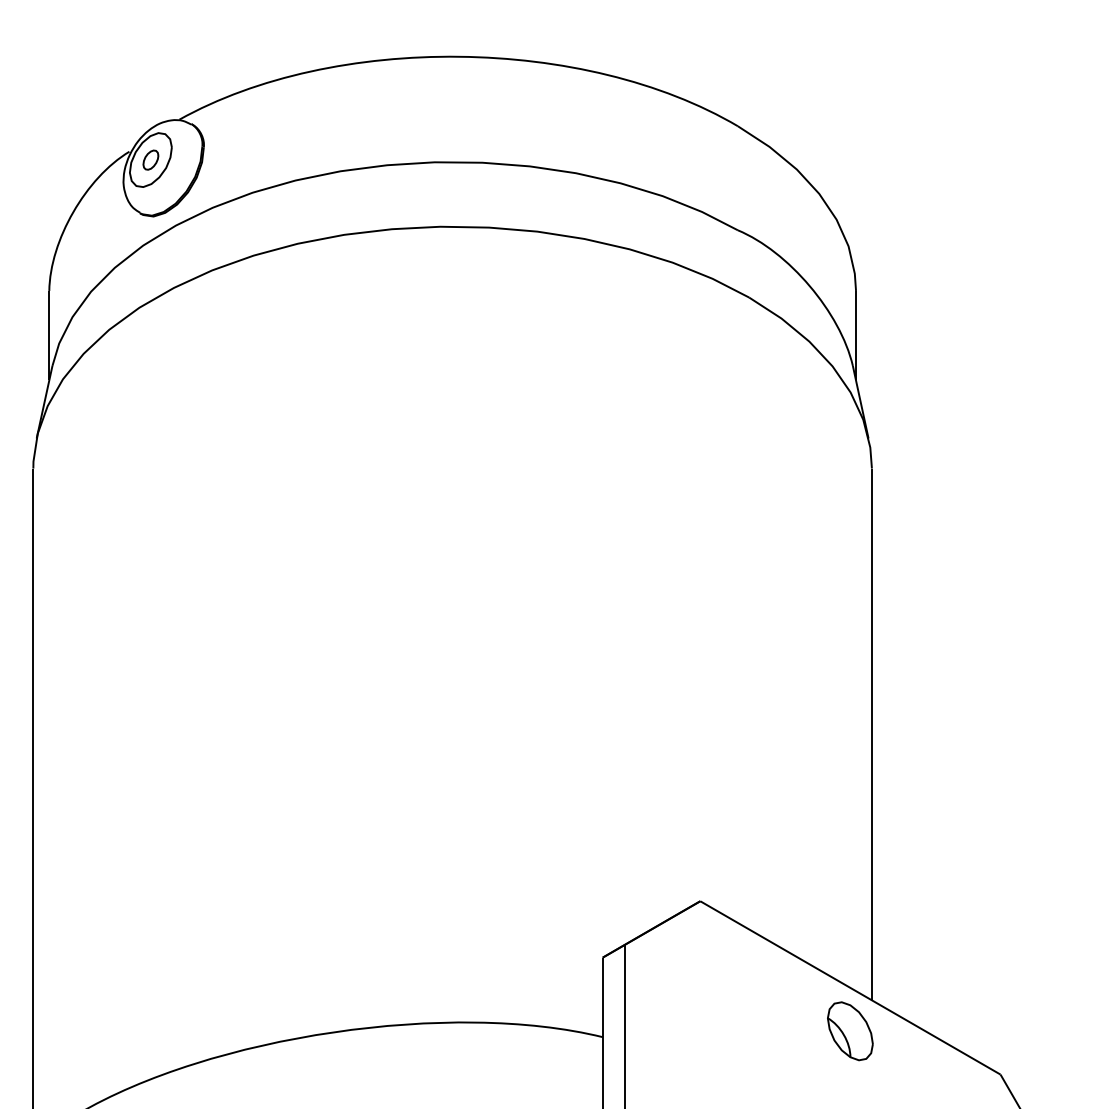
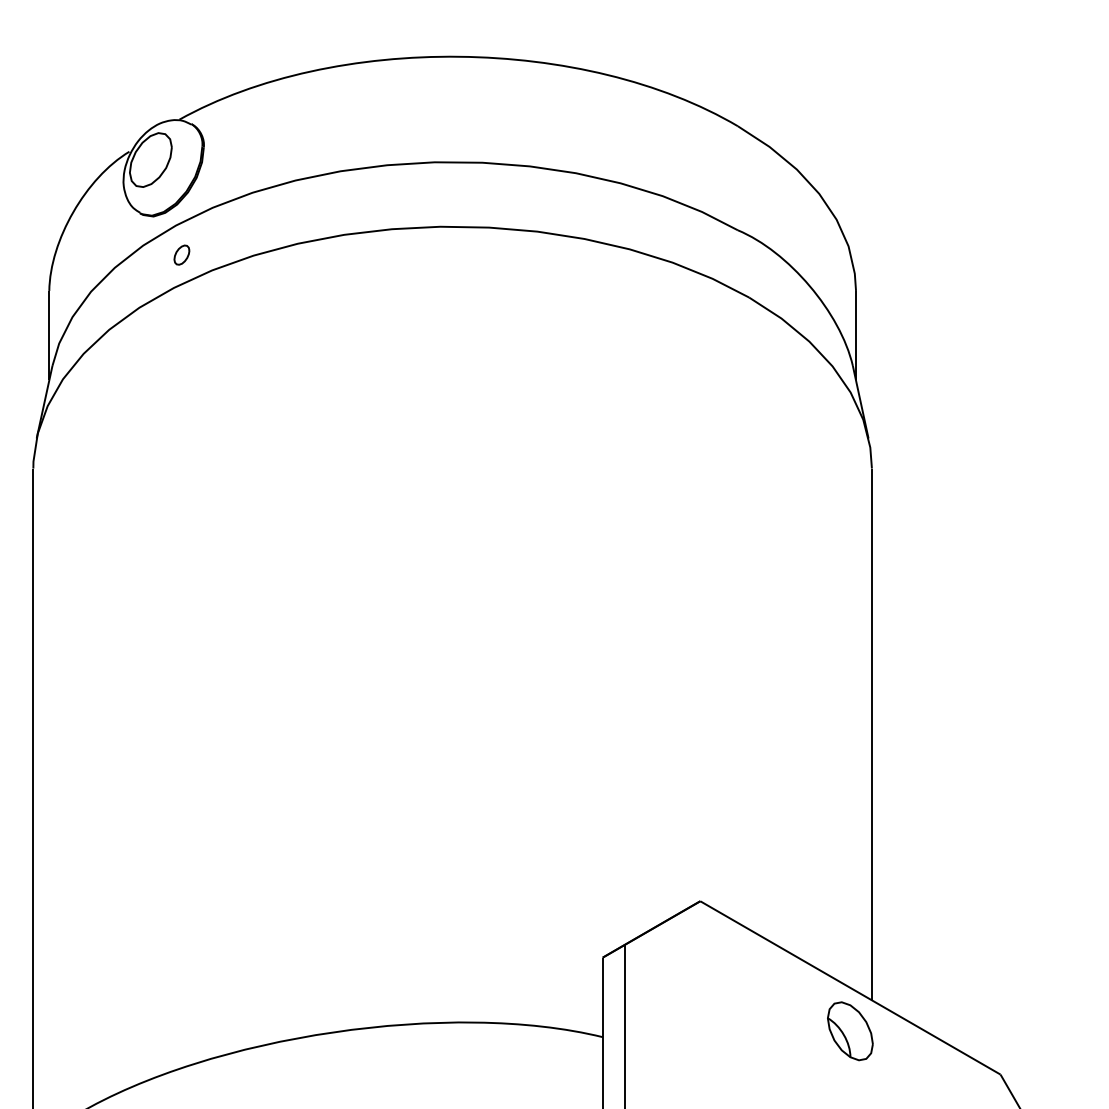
part at (150, 159) position: (150, 159) -> (181, 254)
